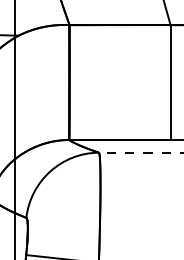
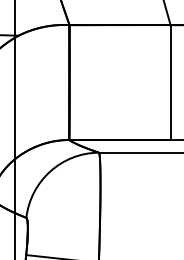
line at (140, 152): dashed -> solid
